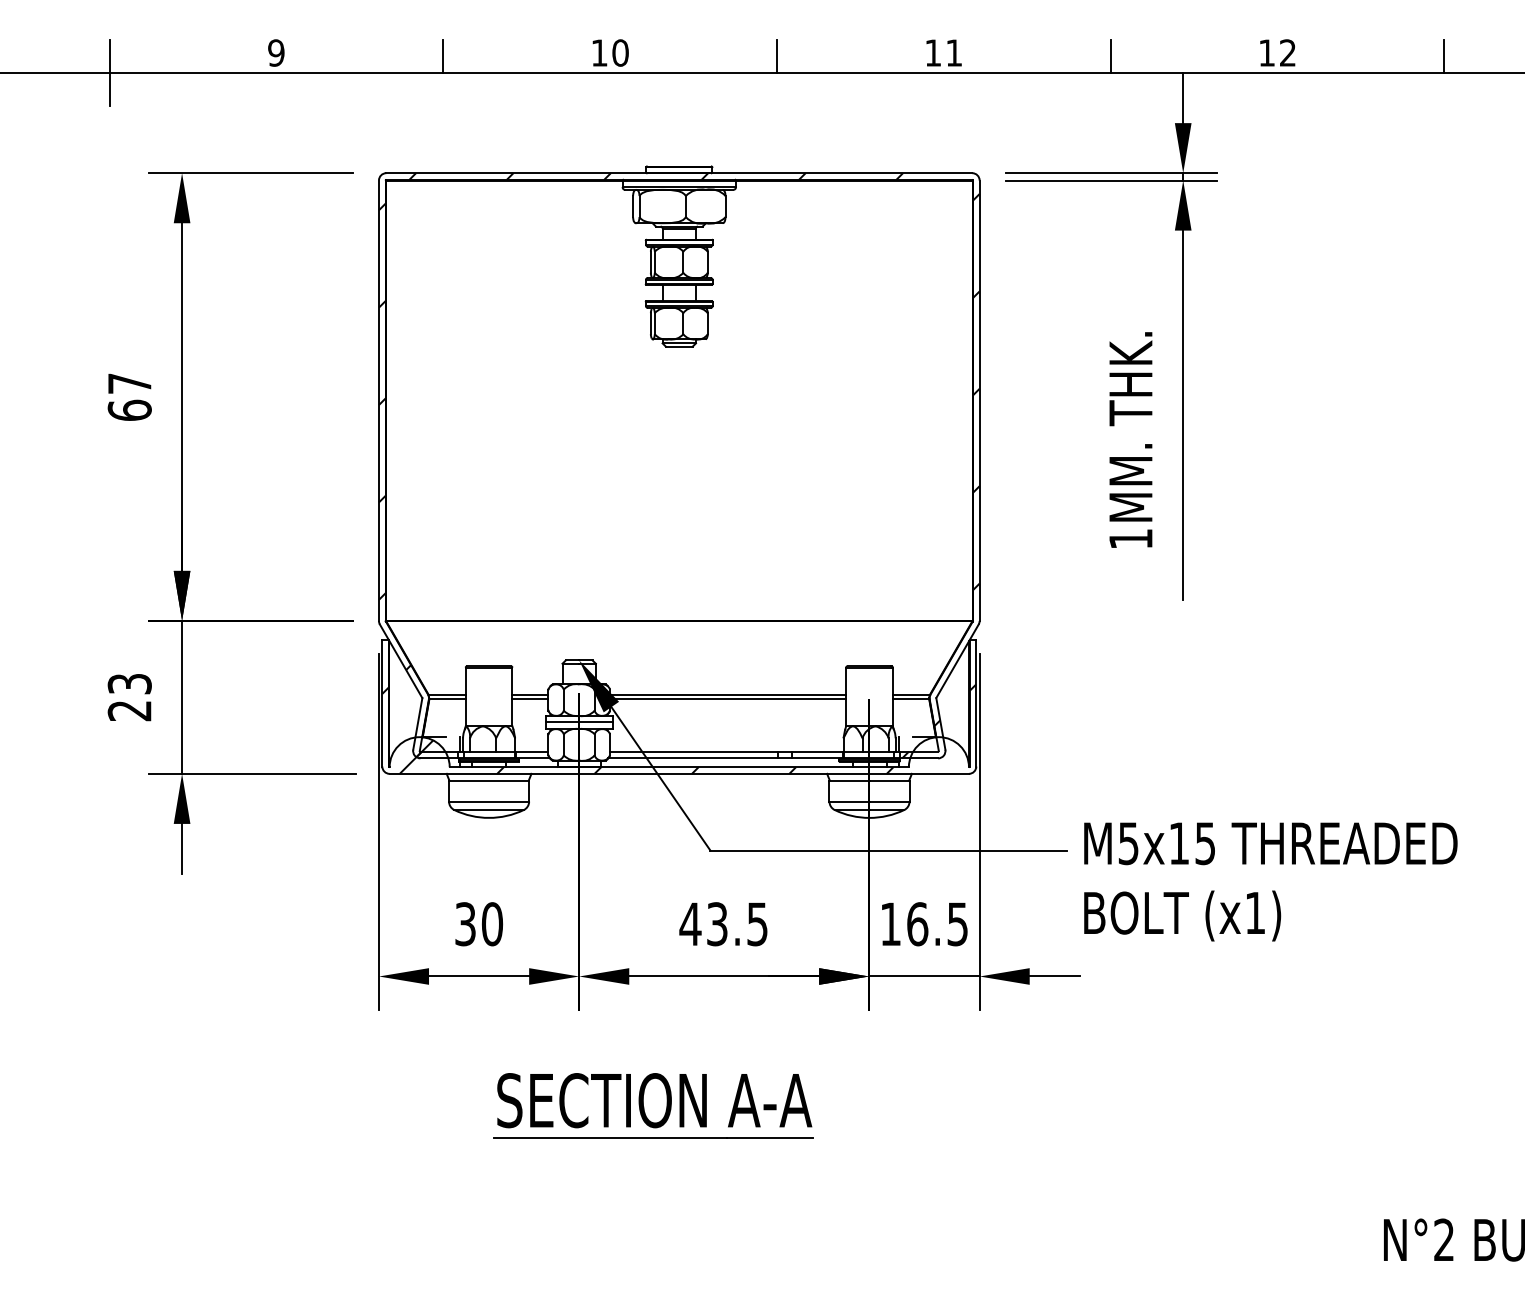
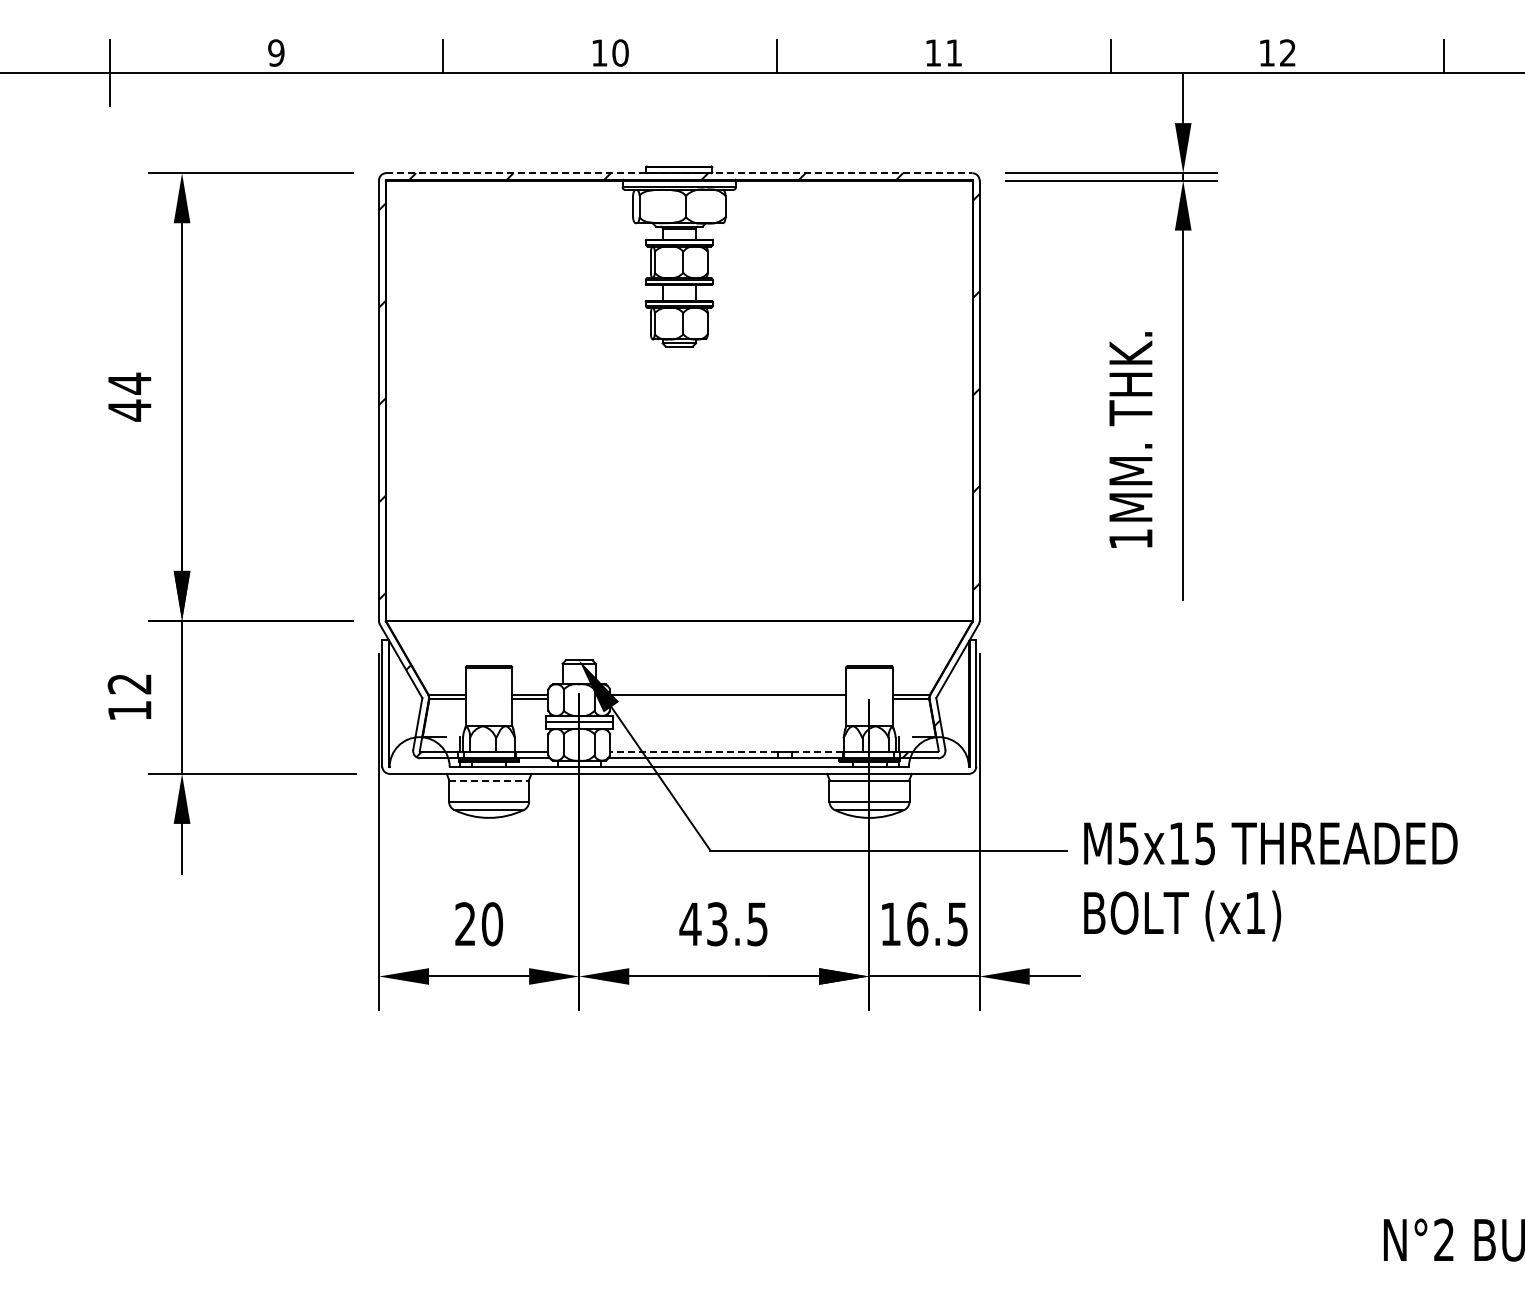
line at (679, 173): solid -> dashed
text at (129, 396): 67 -> 44
text at (129, 697): 23 -> 12
line at (728, 699): present -> none
hatch at (679, 728): present -> none
line at (693, 751): solid -> dashed
line at (818, 751): solid -> dashed
line at (489, 780): solid -> dashed
text at (465, 924): 30 -> 20
part at (653, 1105): present -> none
